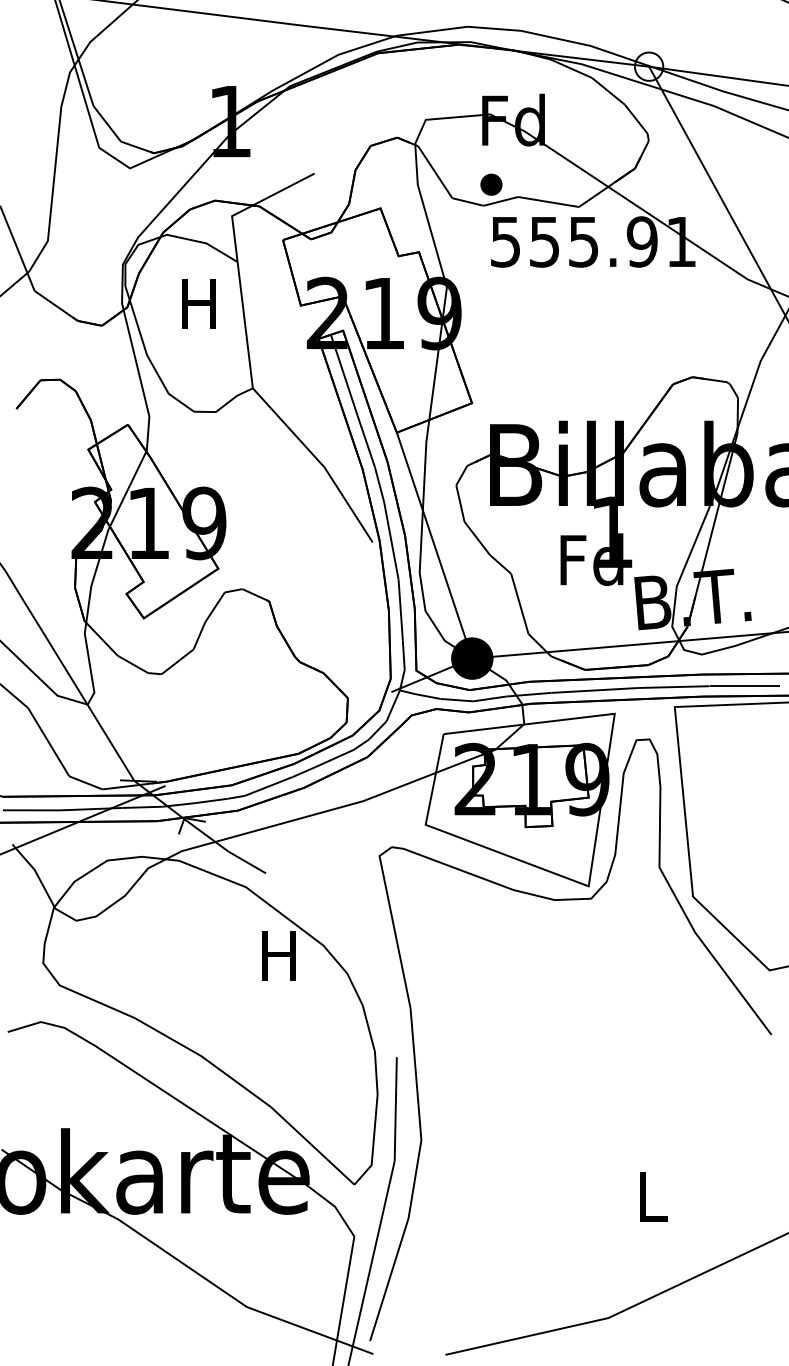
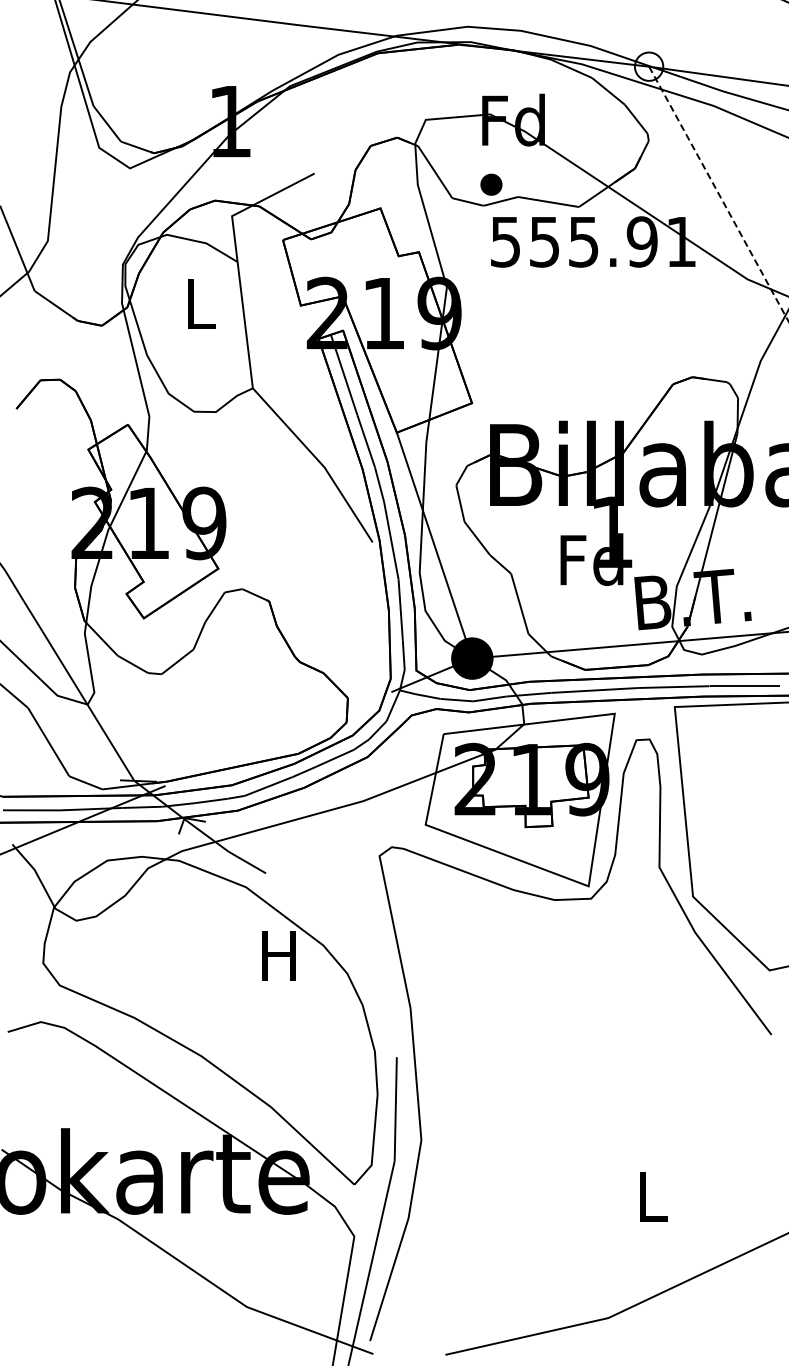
line at (719, 194): solid -> dashed
text at (198, 303): H -> L
